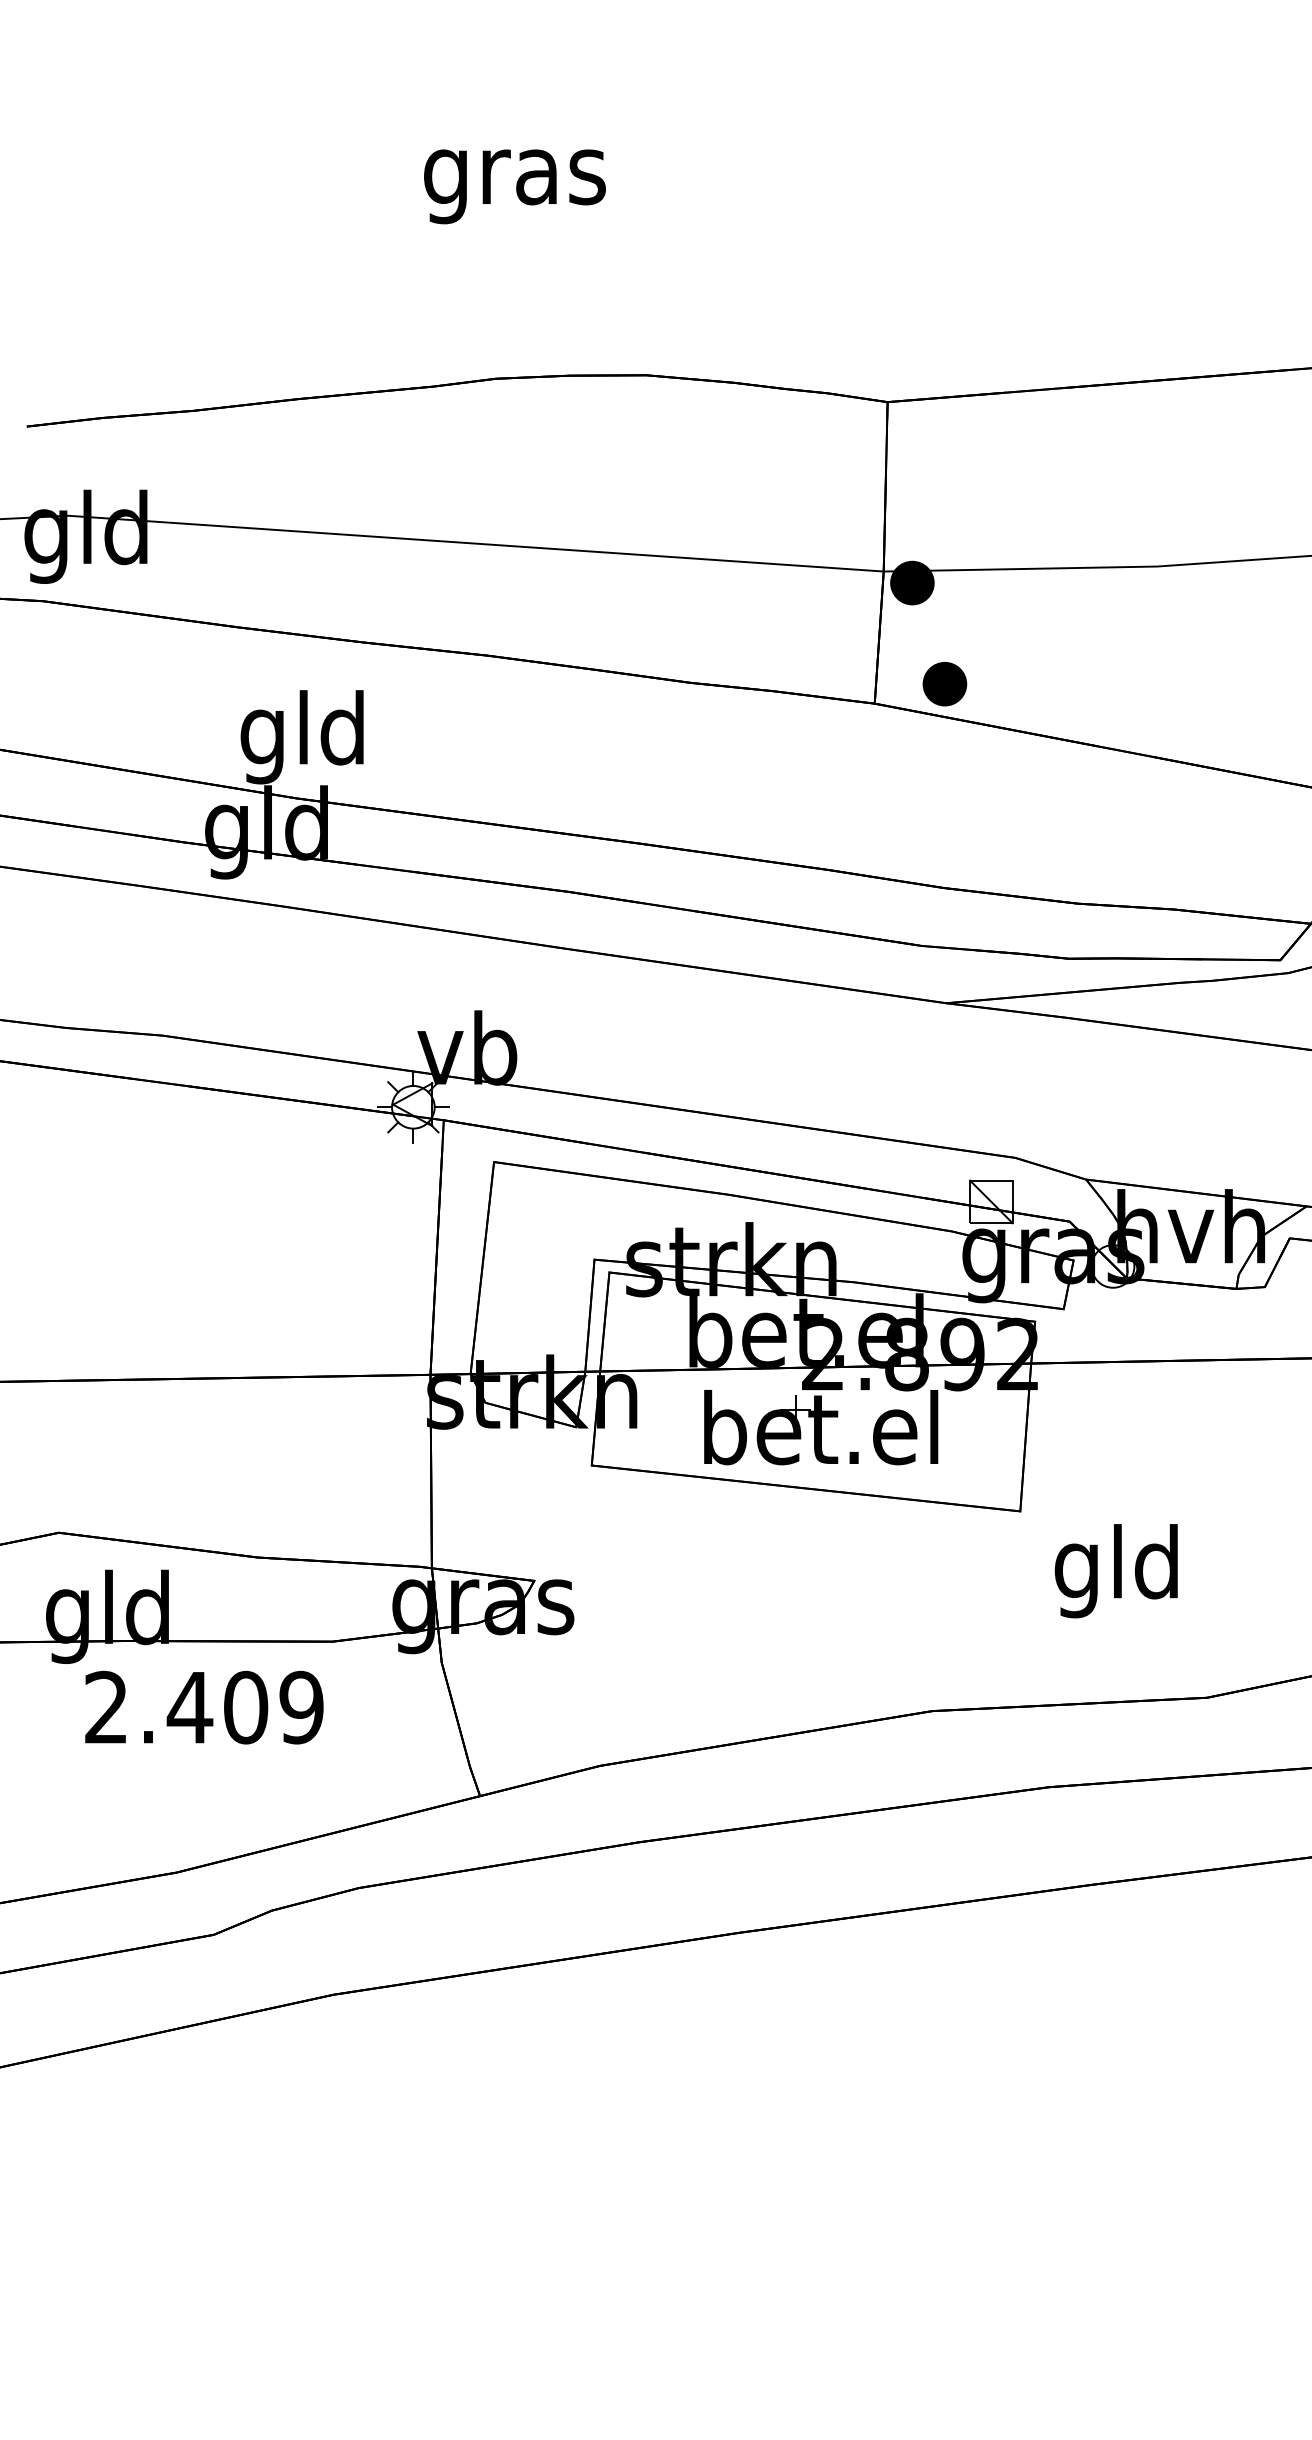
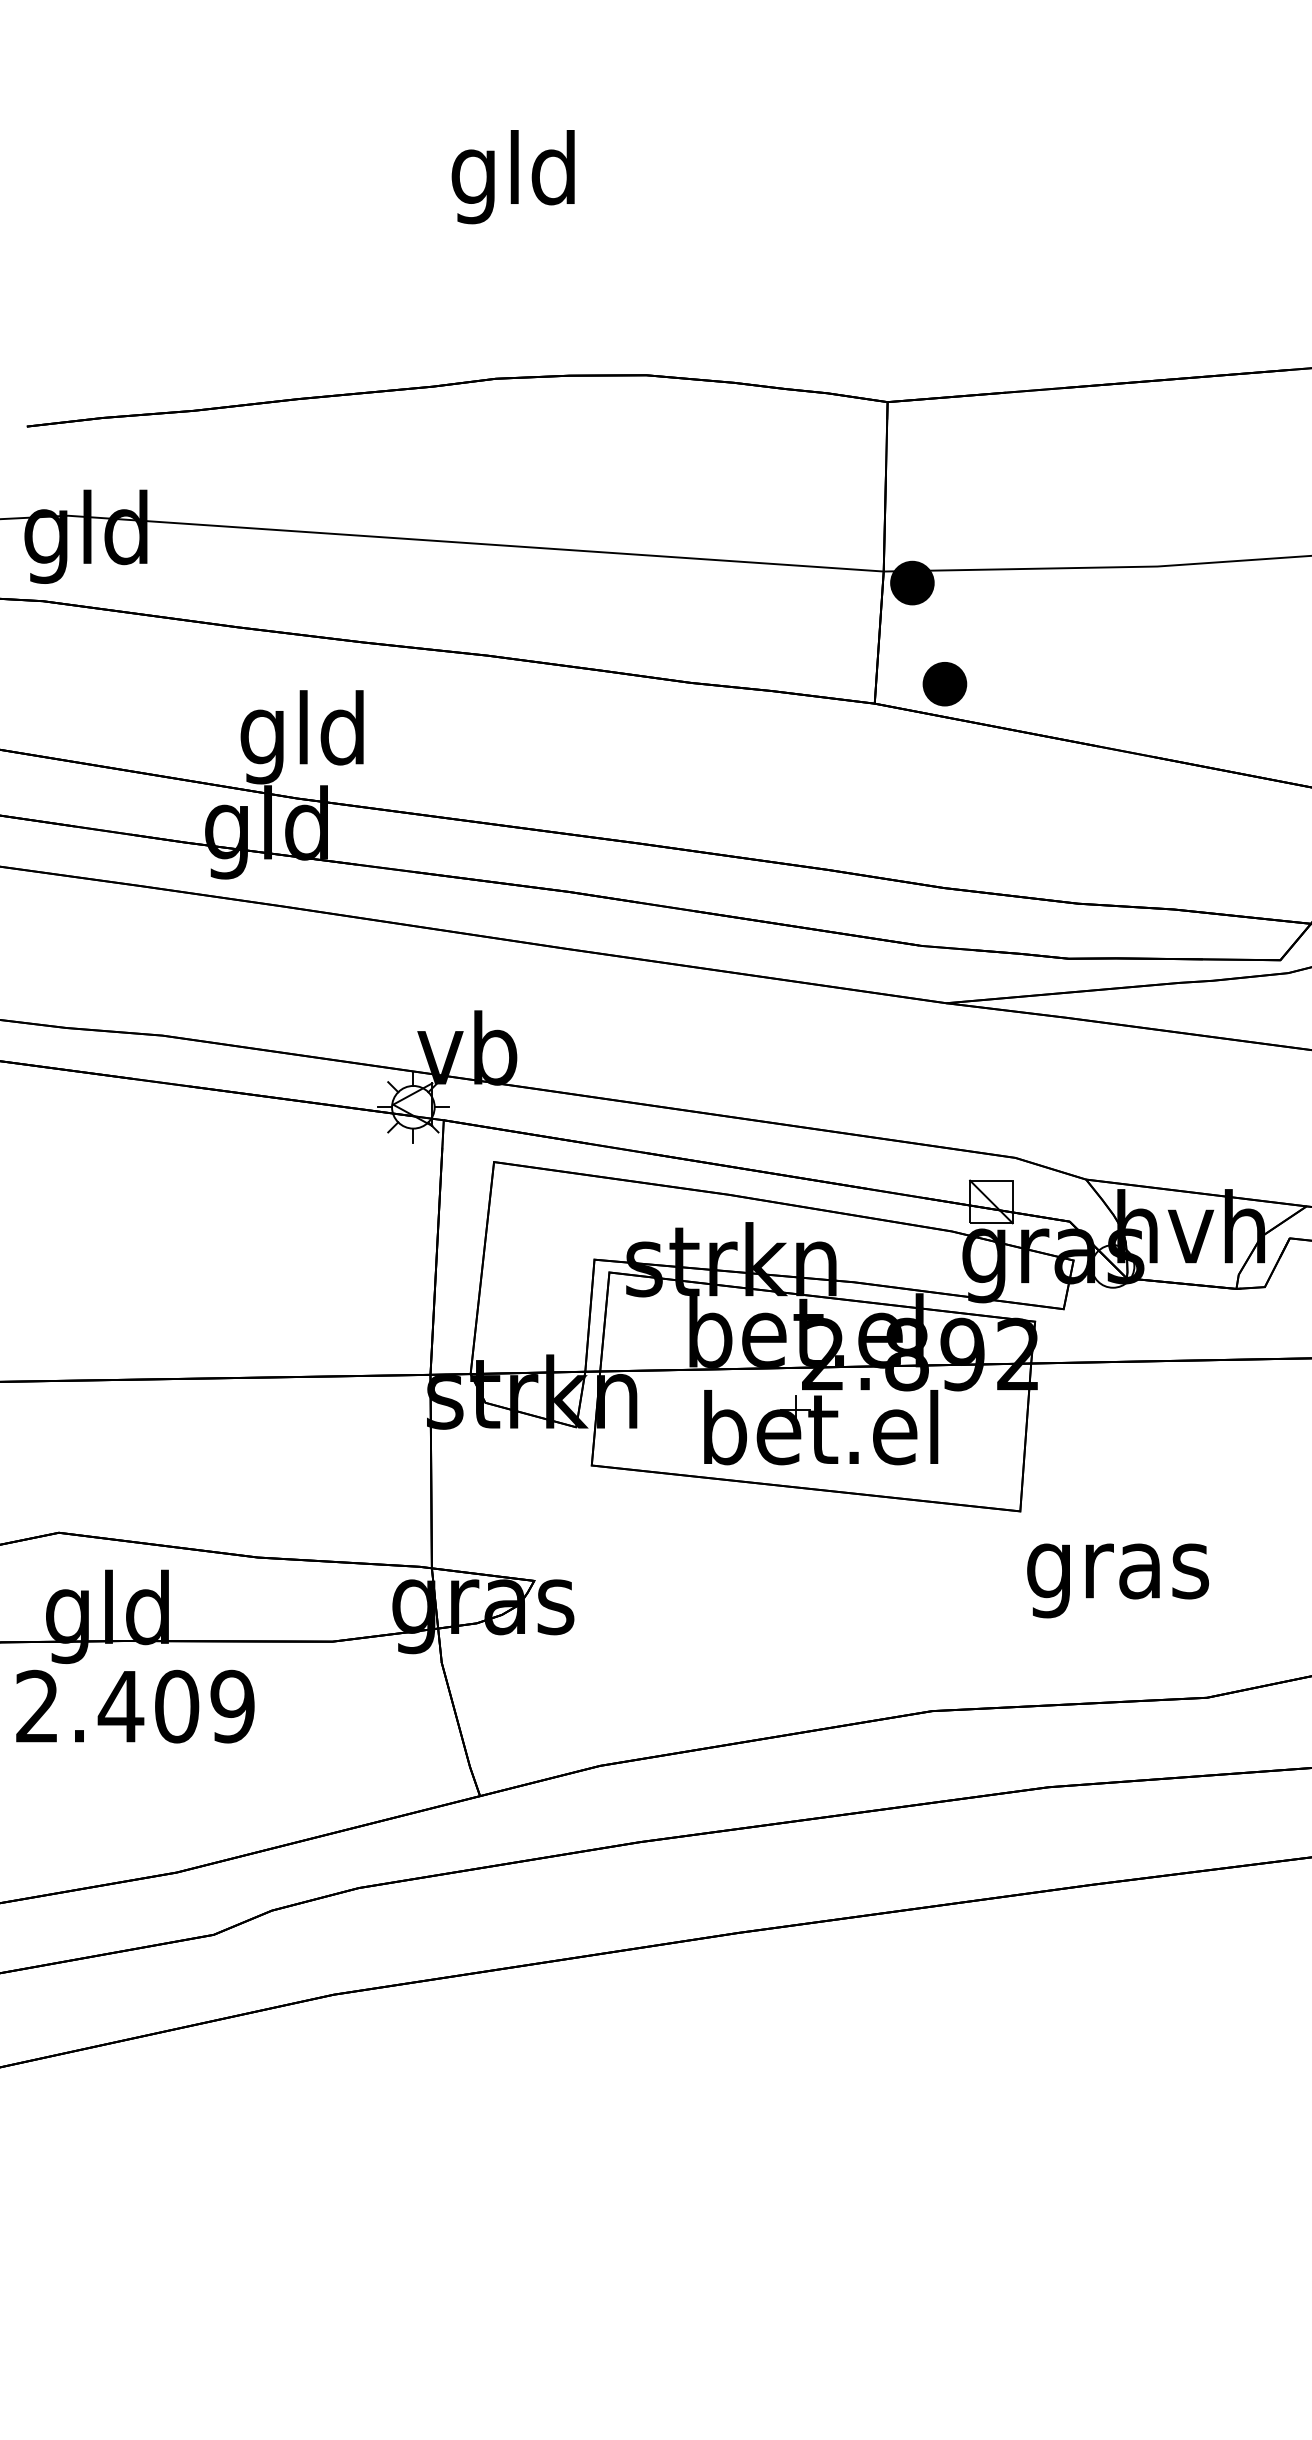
text at (514, 177): gras -> gld
text at (1118, 1571): gld -> gras
text at (204, 1707) position: (204, 1707) -> (135, 1706)
